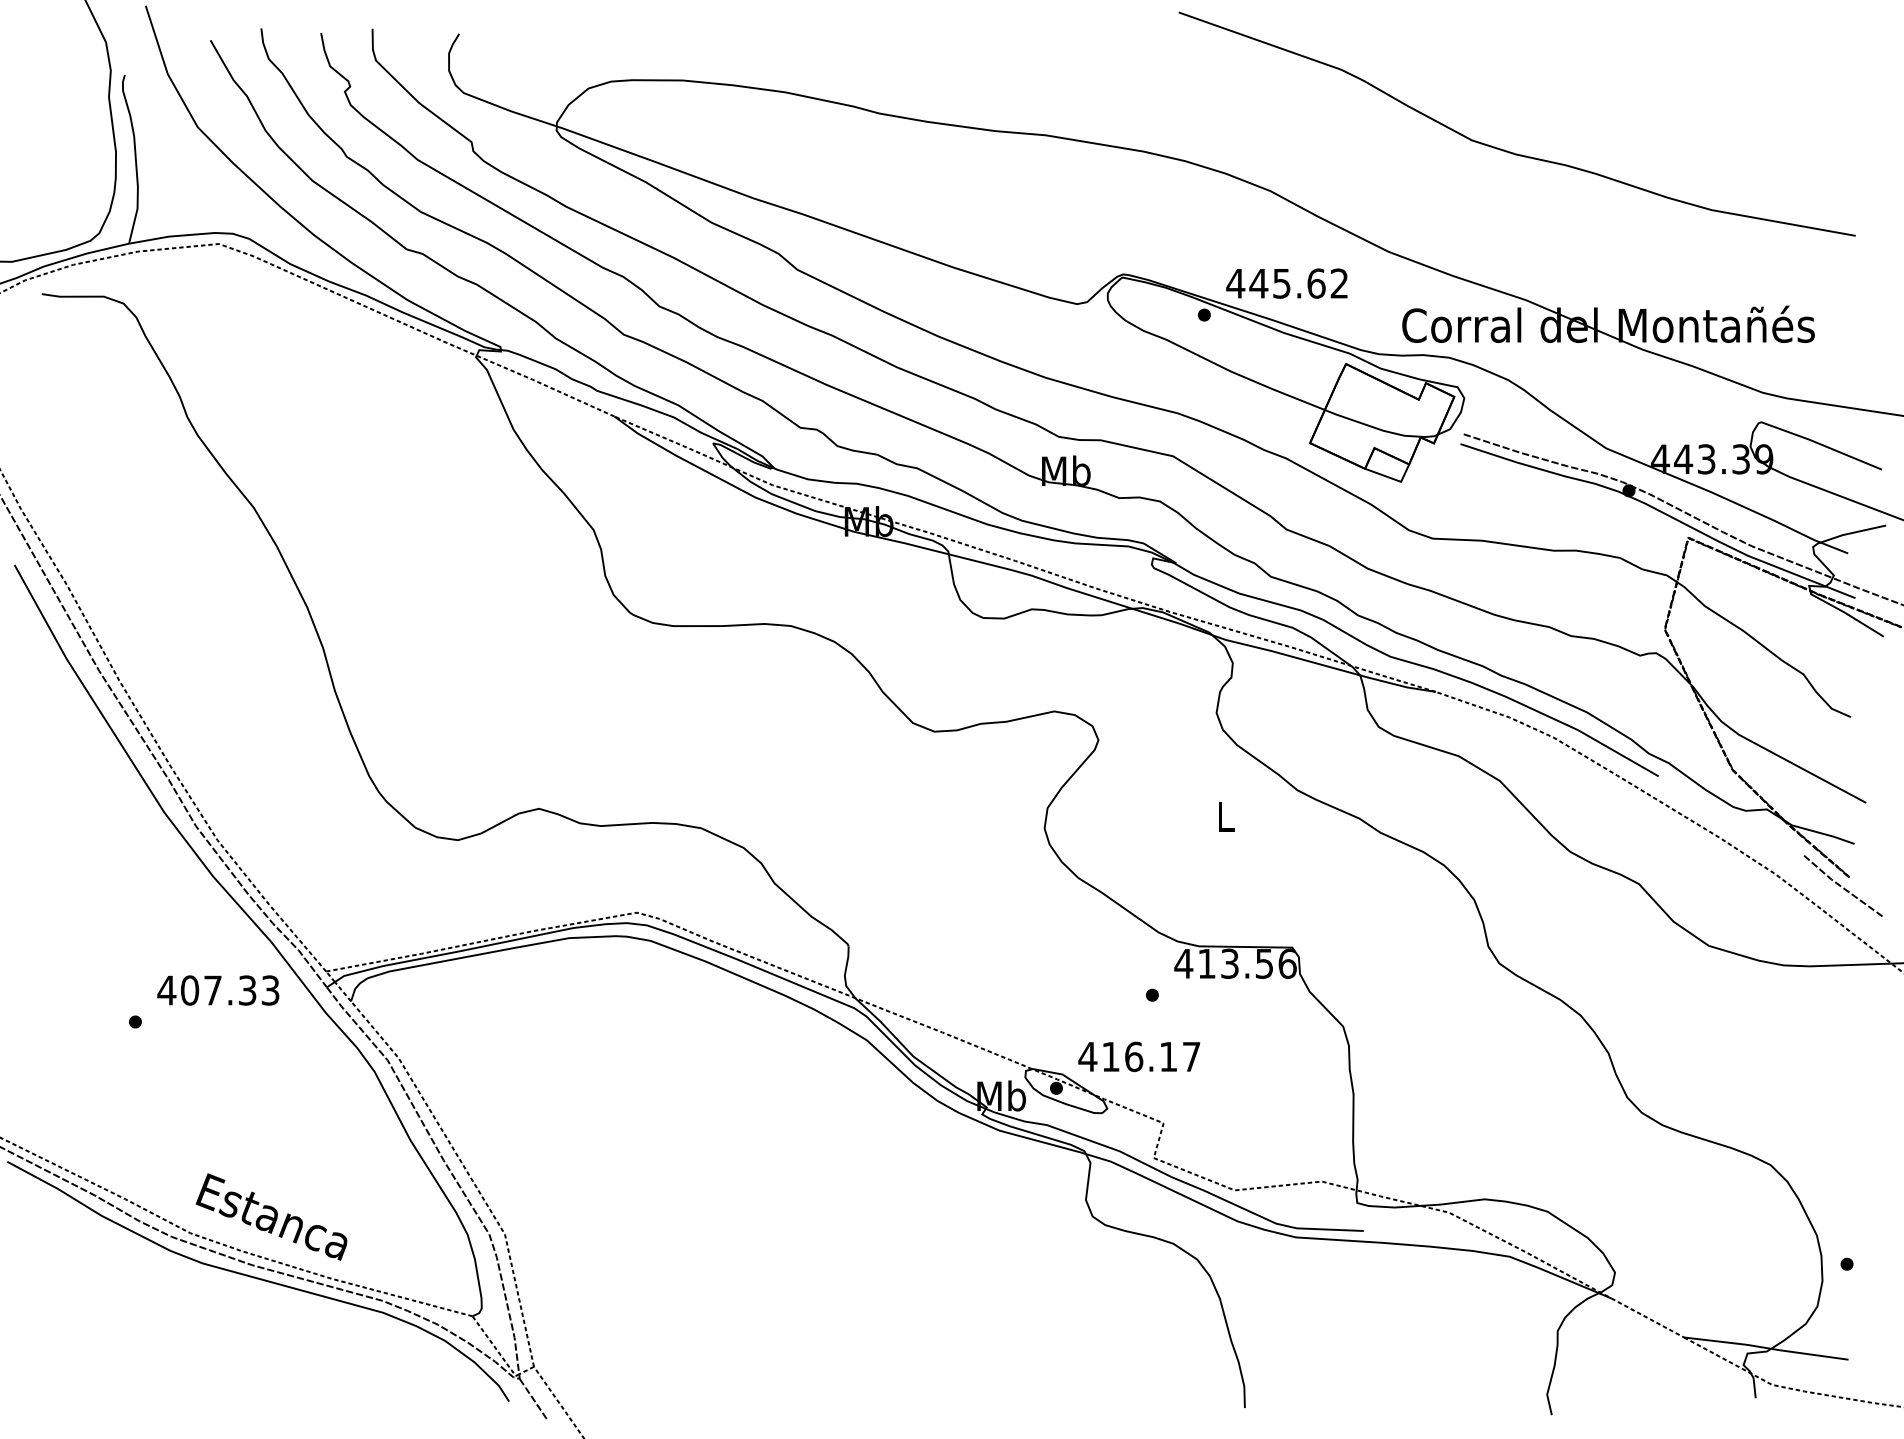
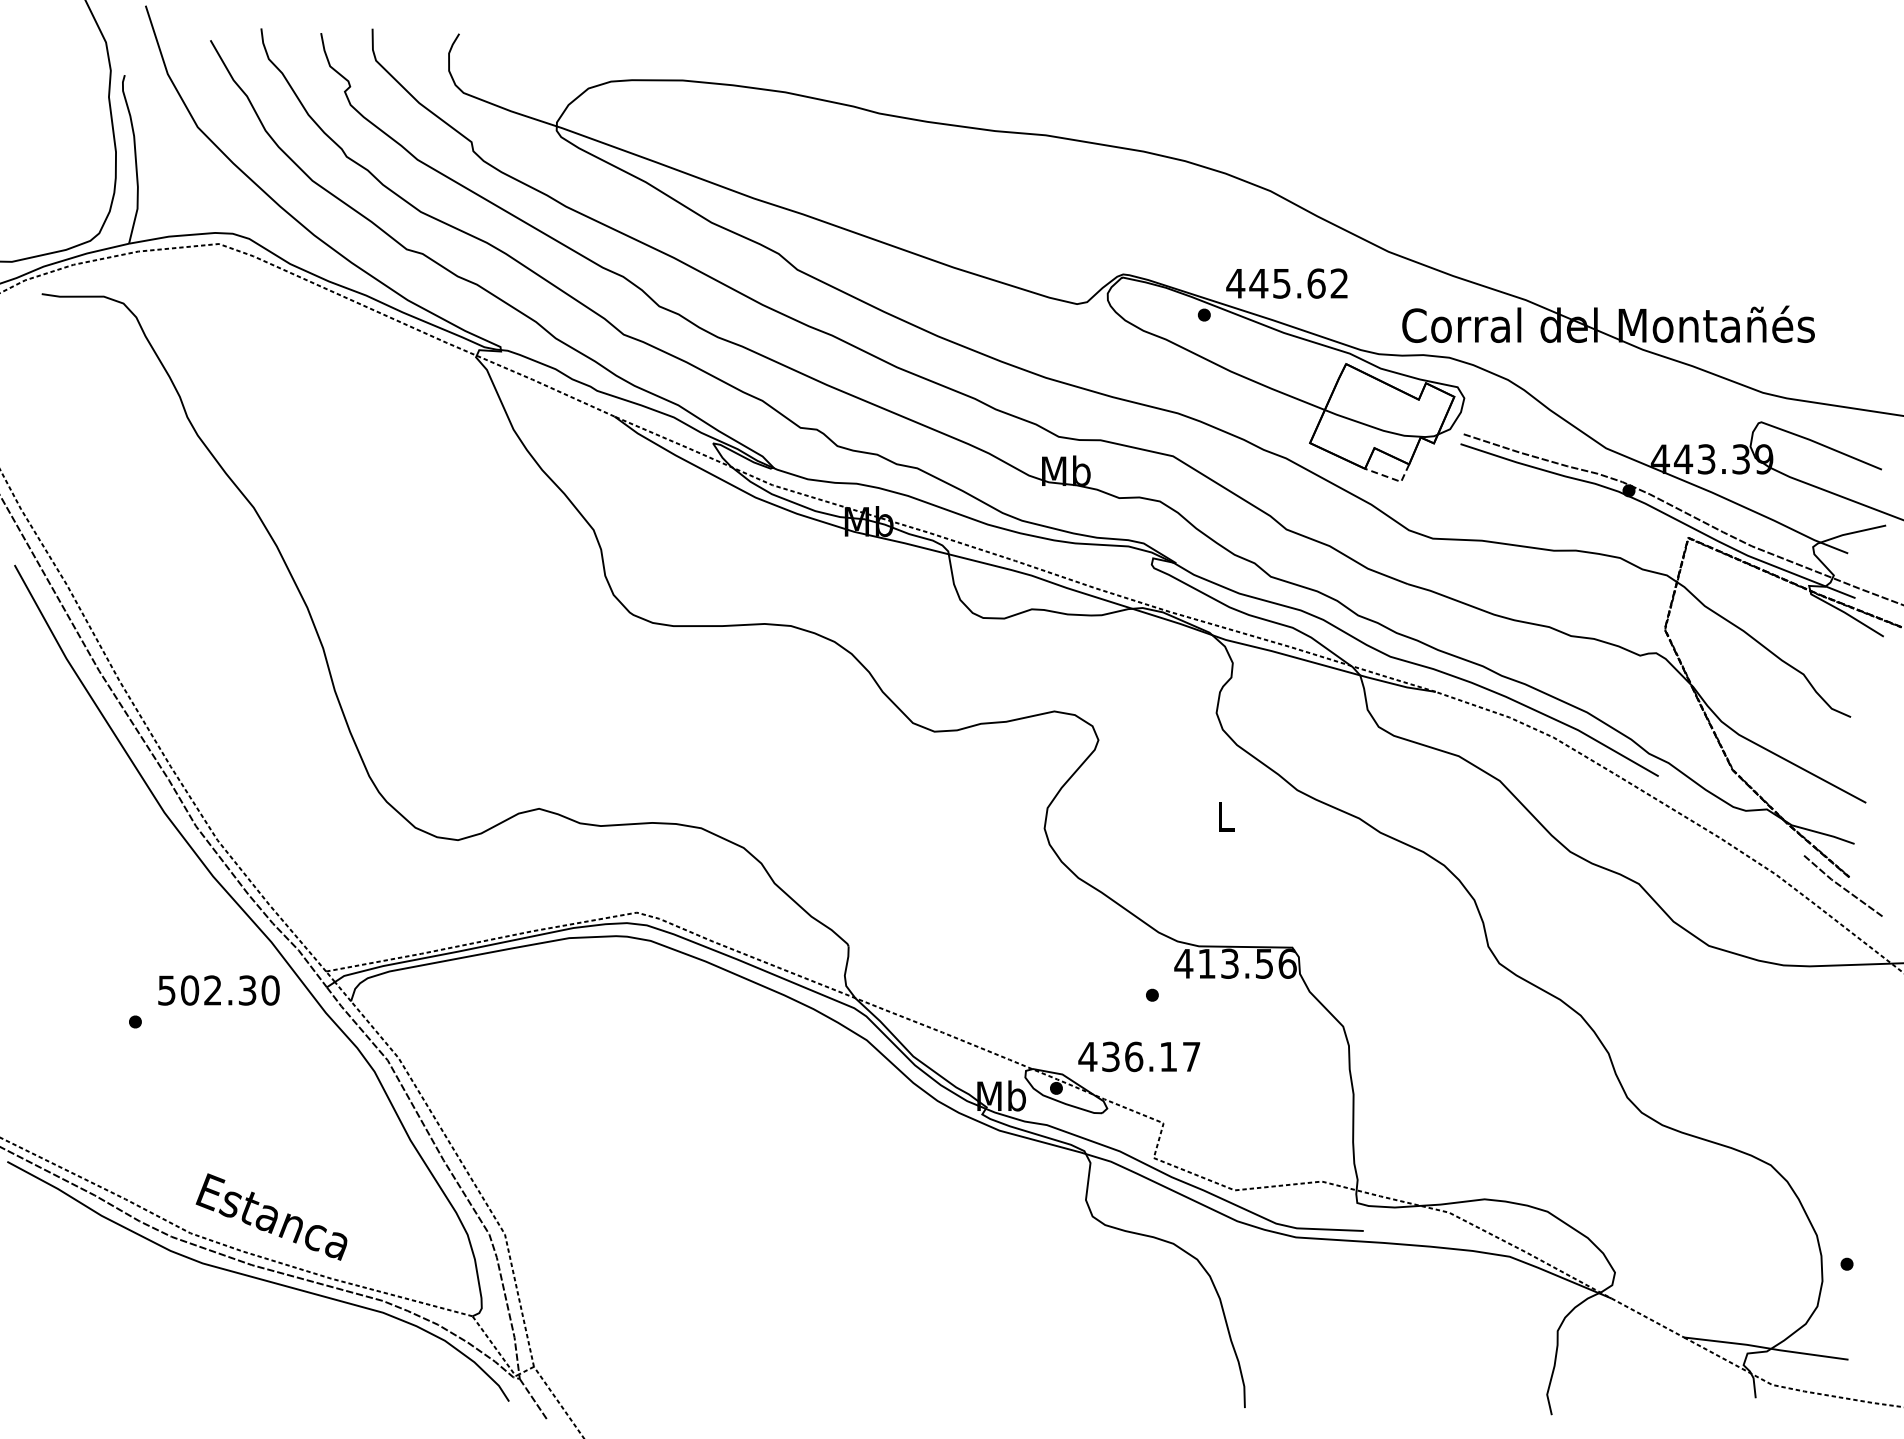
curve at (1507, 150): present -> none
line at (1392, 478): solid -> dashed
text at (218, 990): 407.33 -> 502.30
text at (1110, 1056): 416.17 -> 436.17
